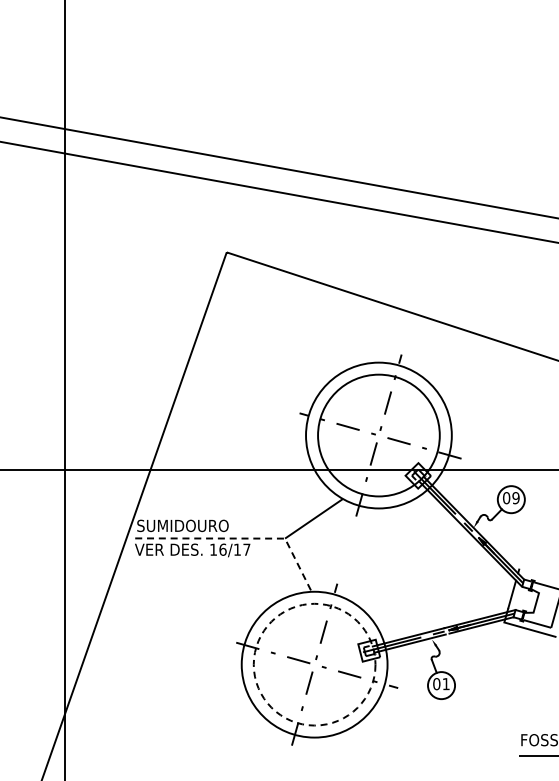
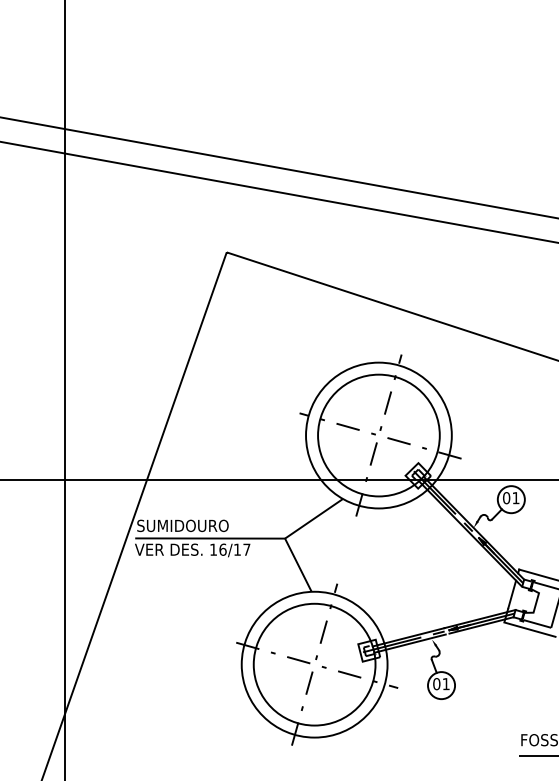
line at (278, 469) position: (278, 469) -> (278, 479)
text at (515, 498): 09 -> 01
line at (241, 538): dashed -> solid
line at (537, 574): none -> present
circle at (314, 664): dashed -> solid
